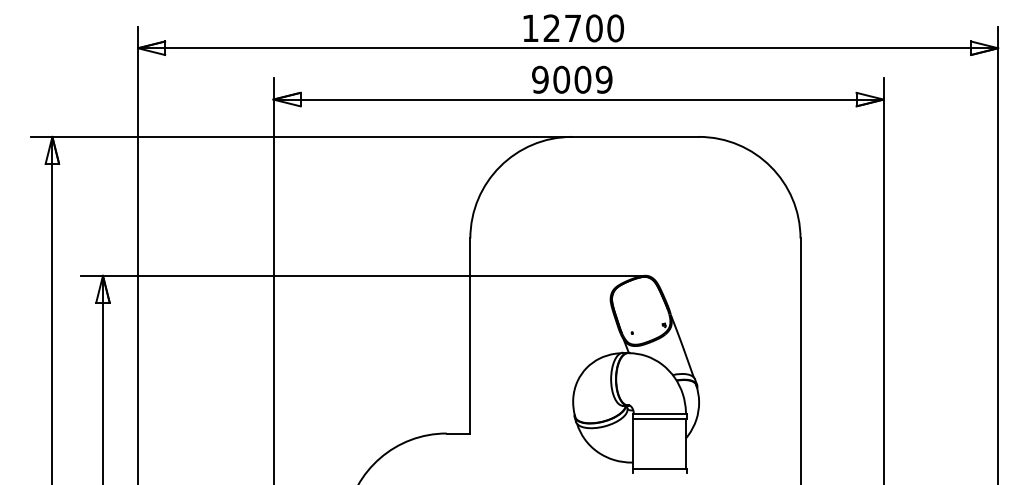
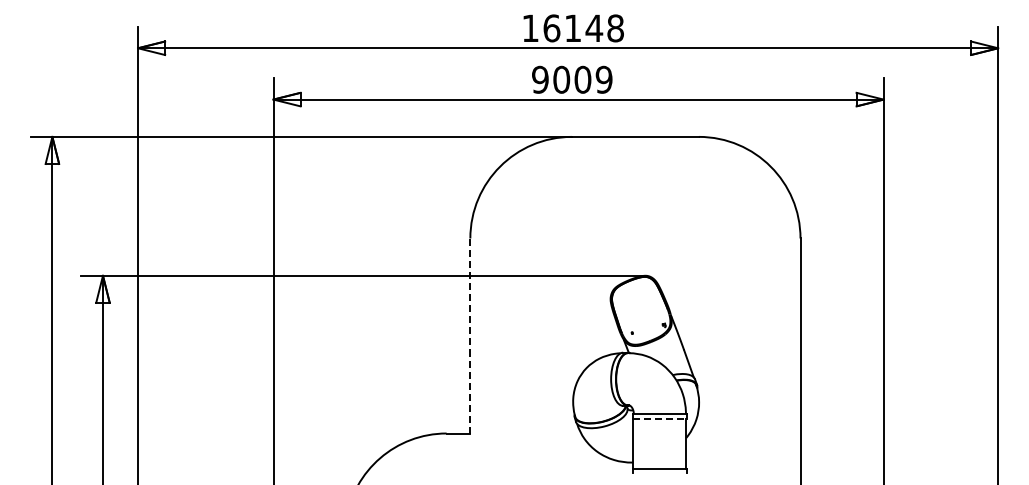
text at (583, 28): 12700 -> 16148
line at (470, 335): solid -> dashed
line at (659, 419): solid -> dashed
